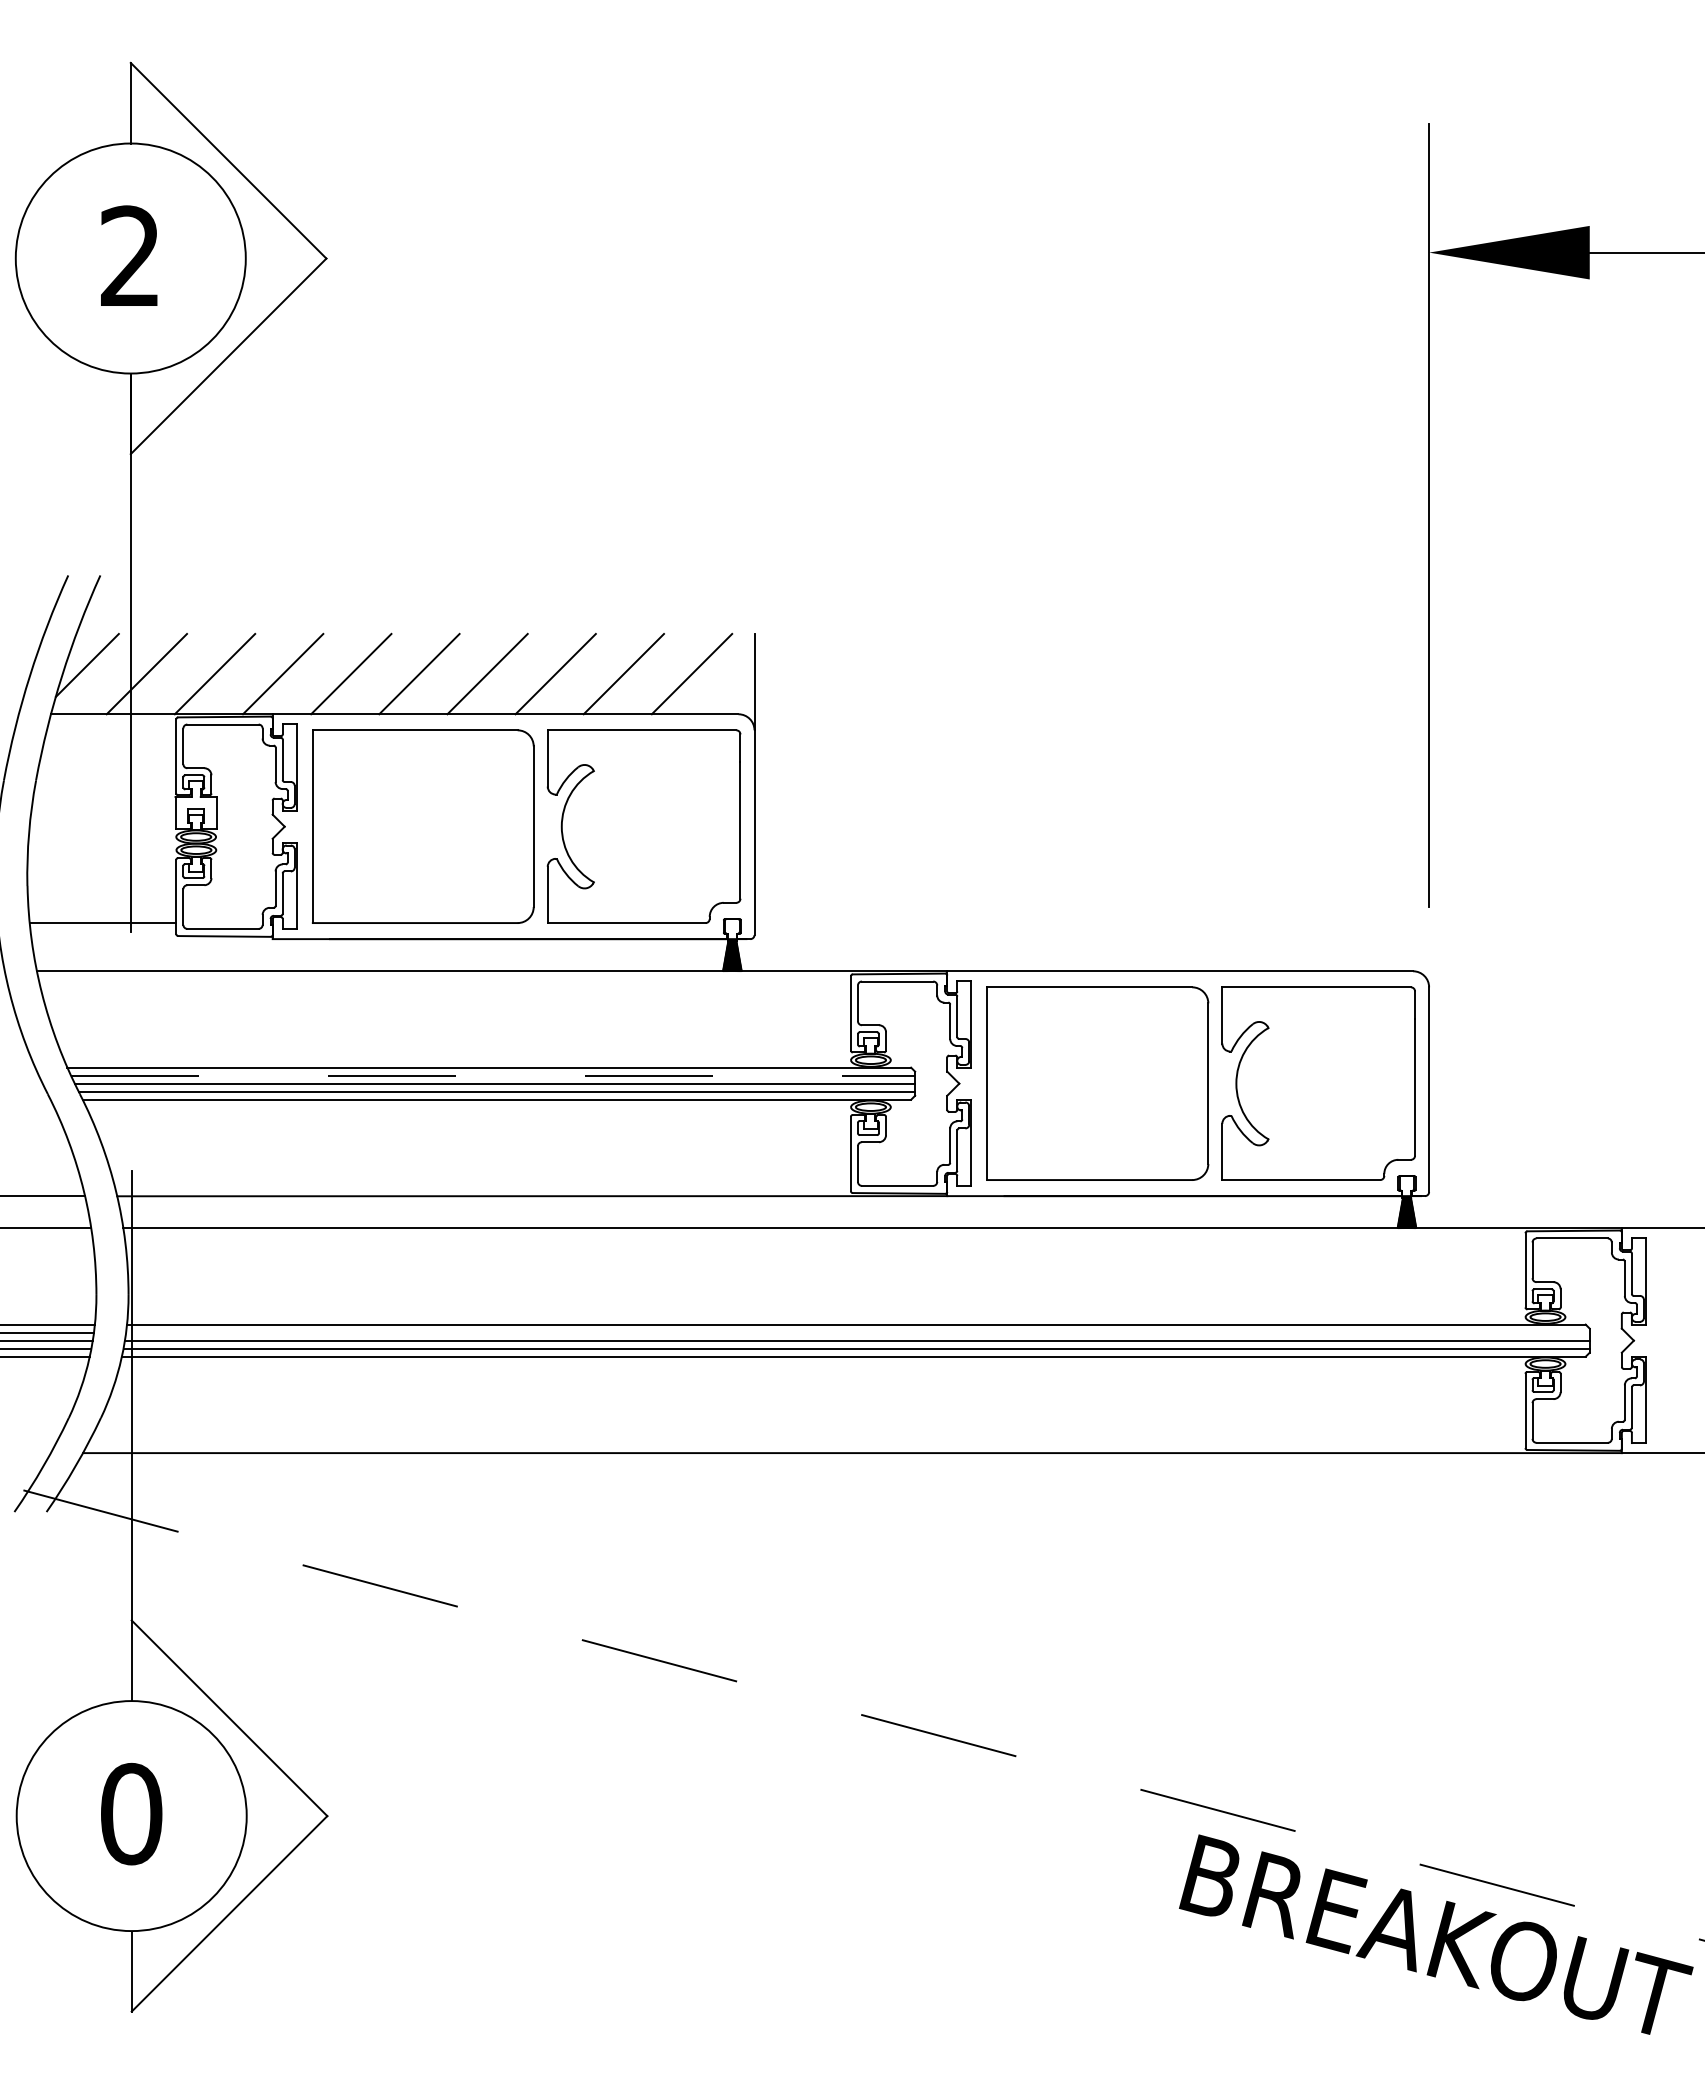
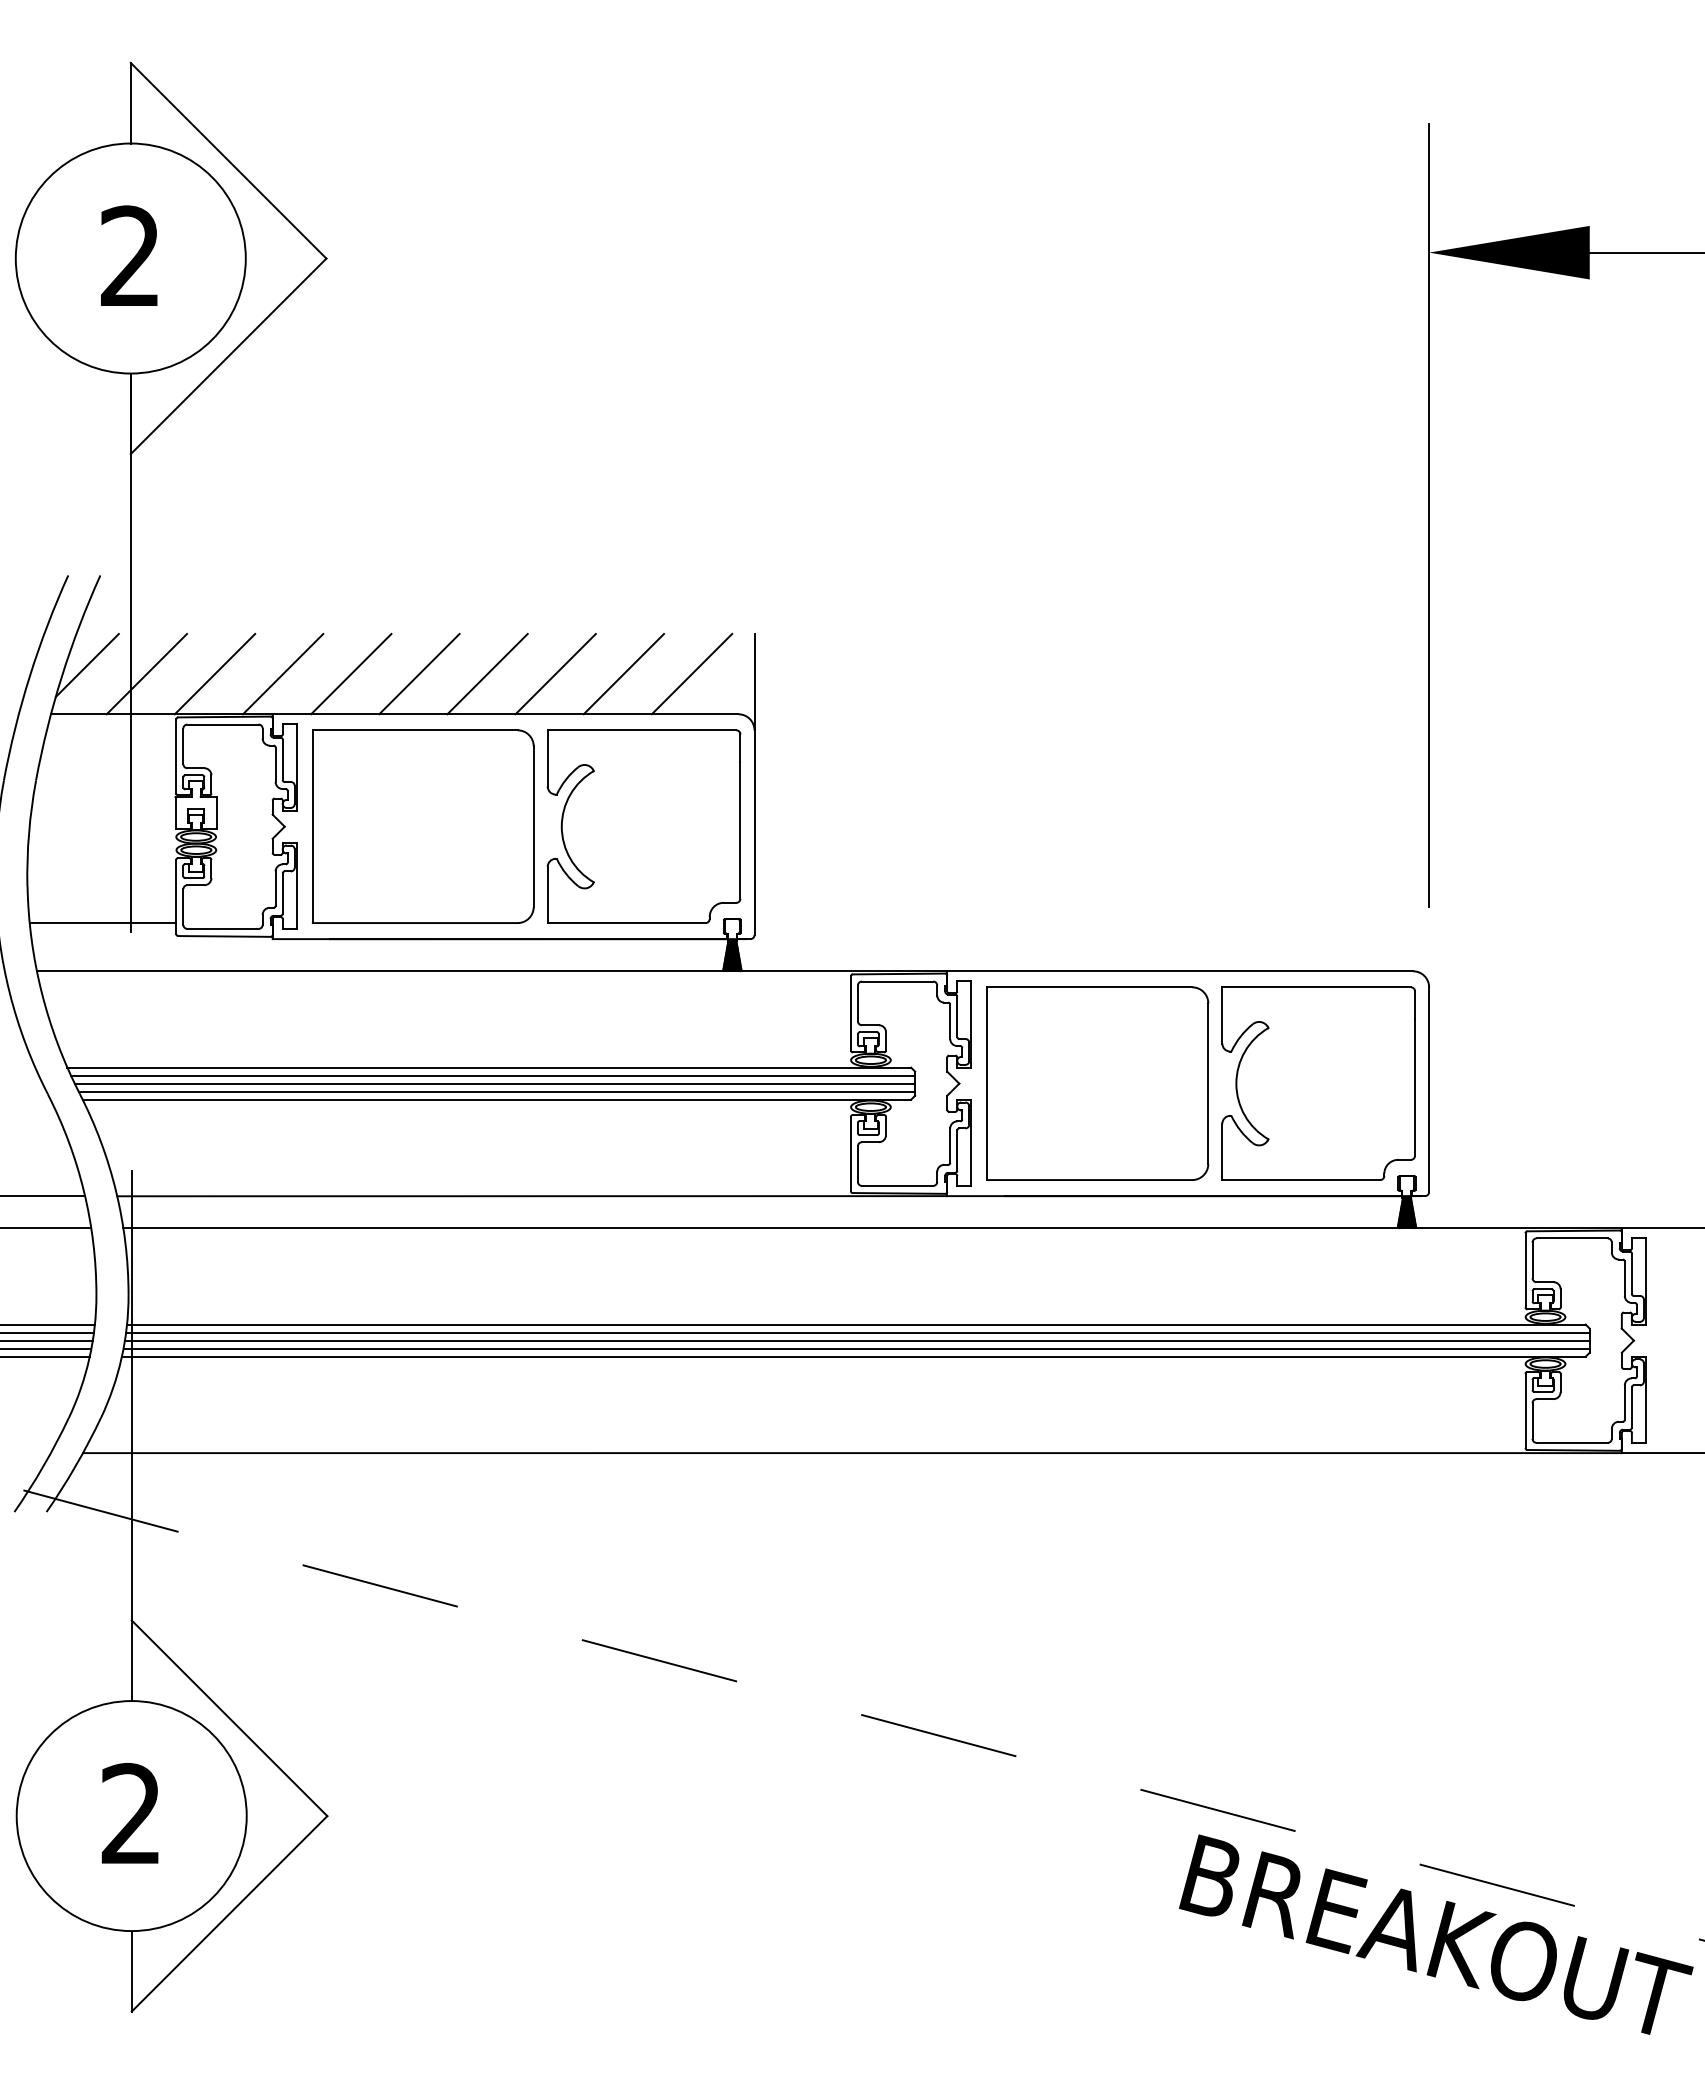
line at (493, 1075): dashed -> solid
line at (857, 1332): none -> present
text at (131, 1813): 0 -> 2
